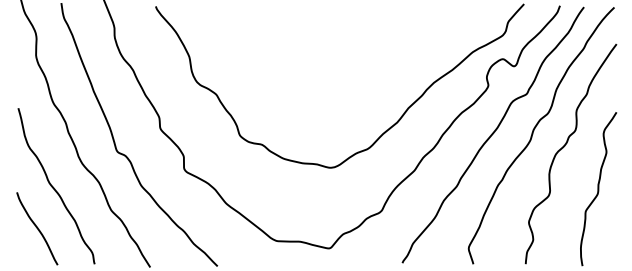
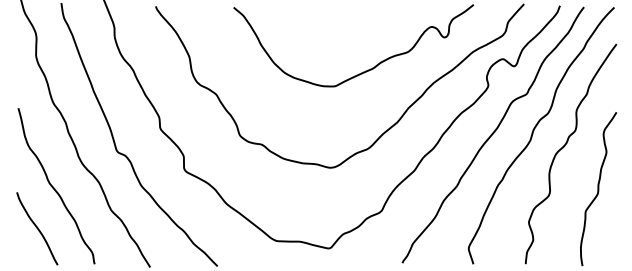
curve at (365, 70): none -> present
